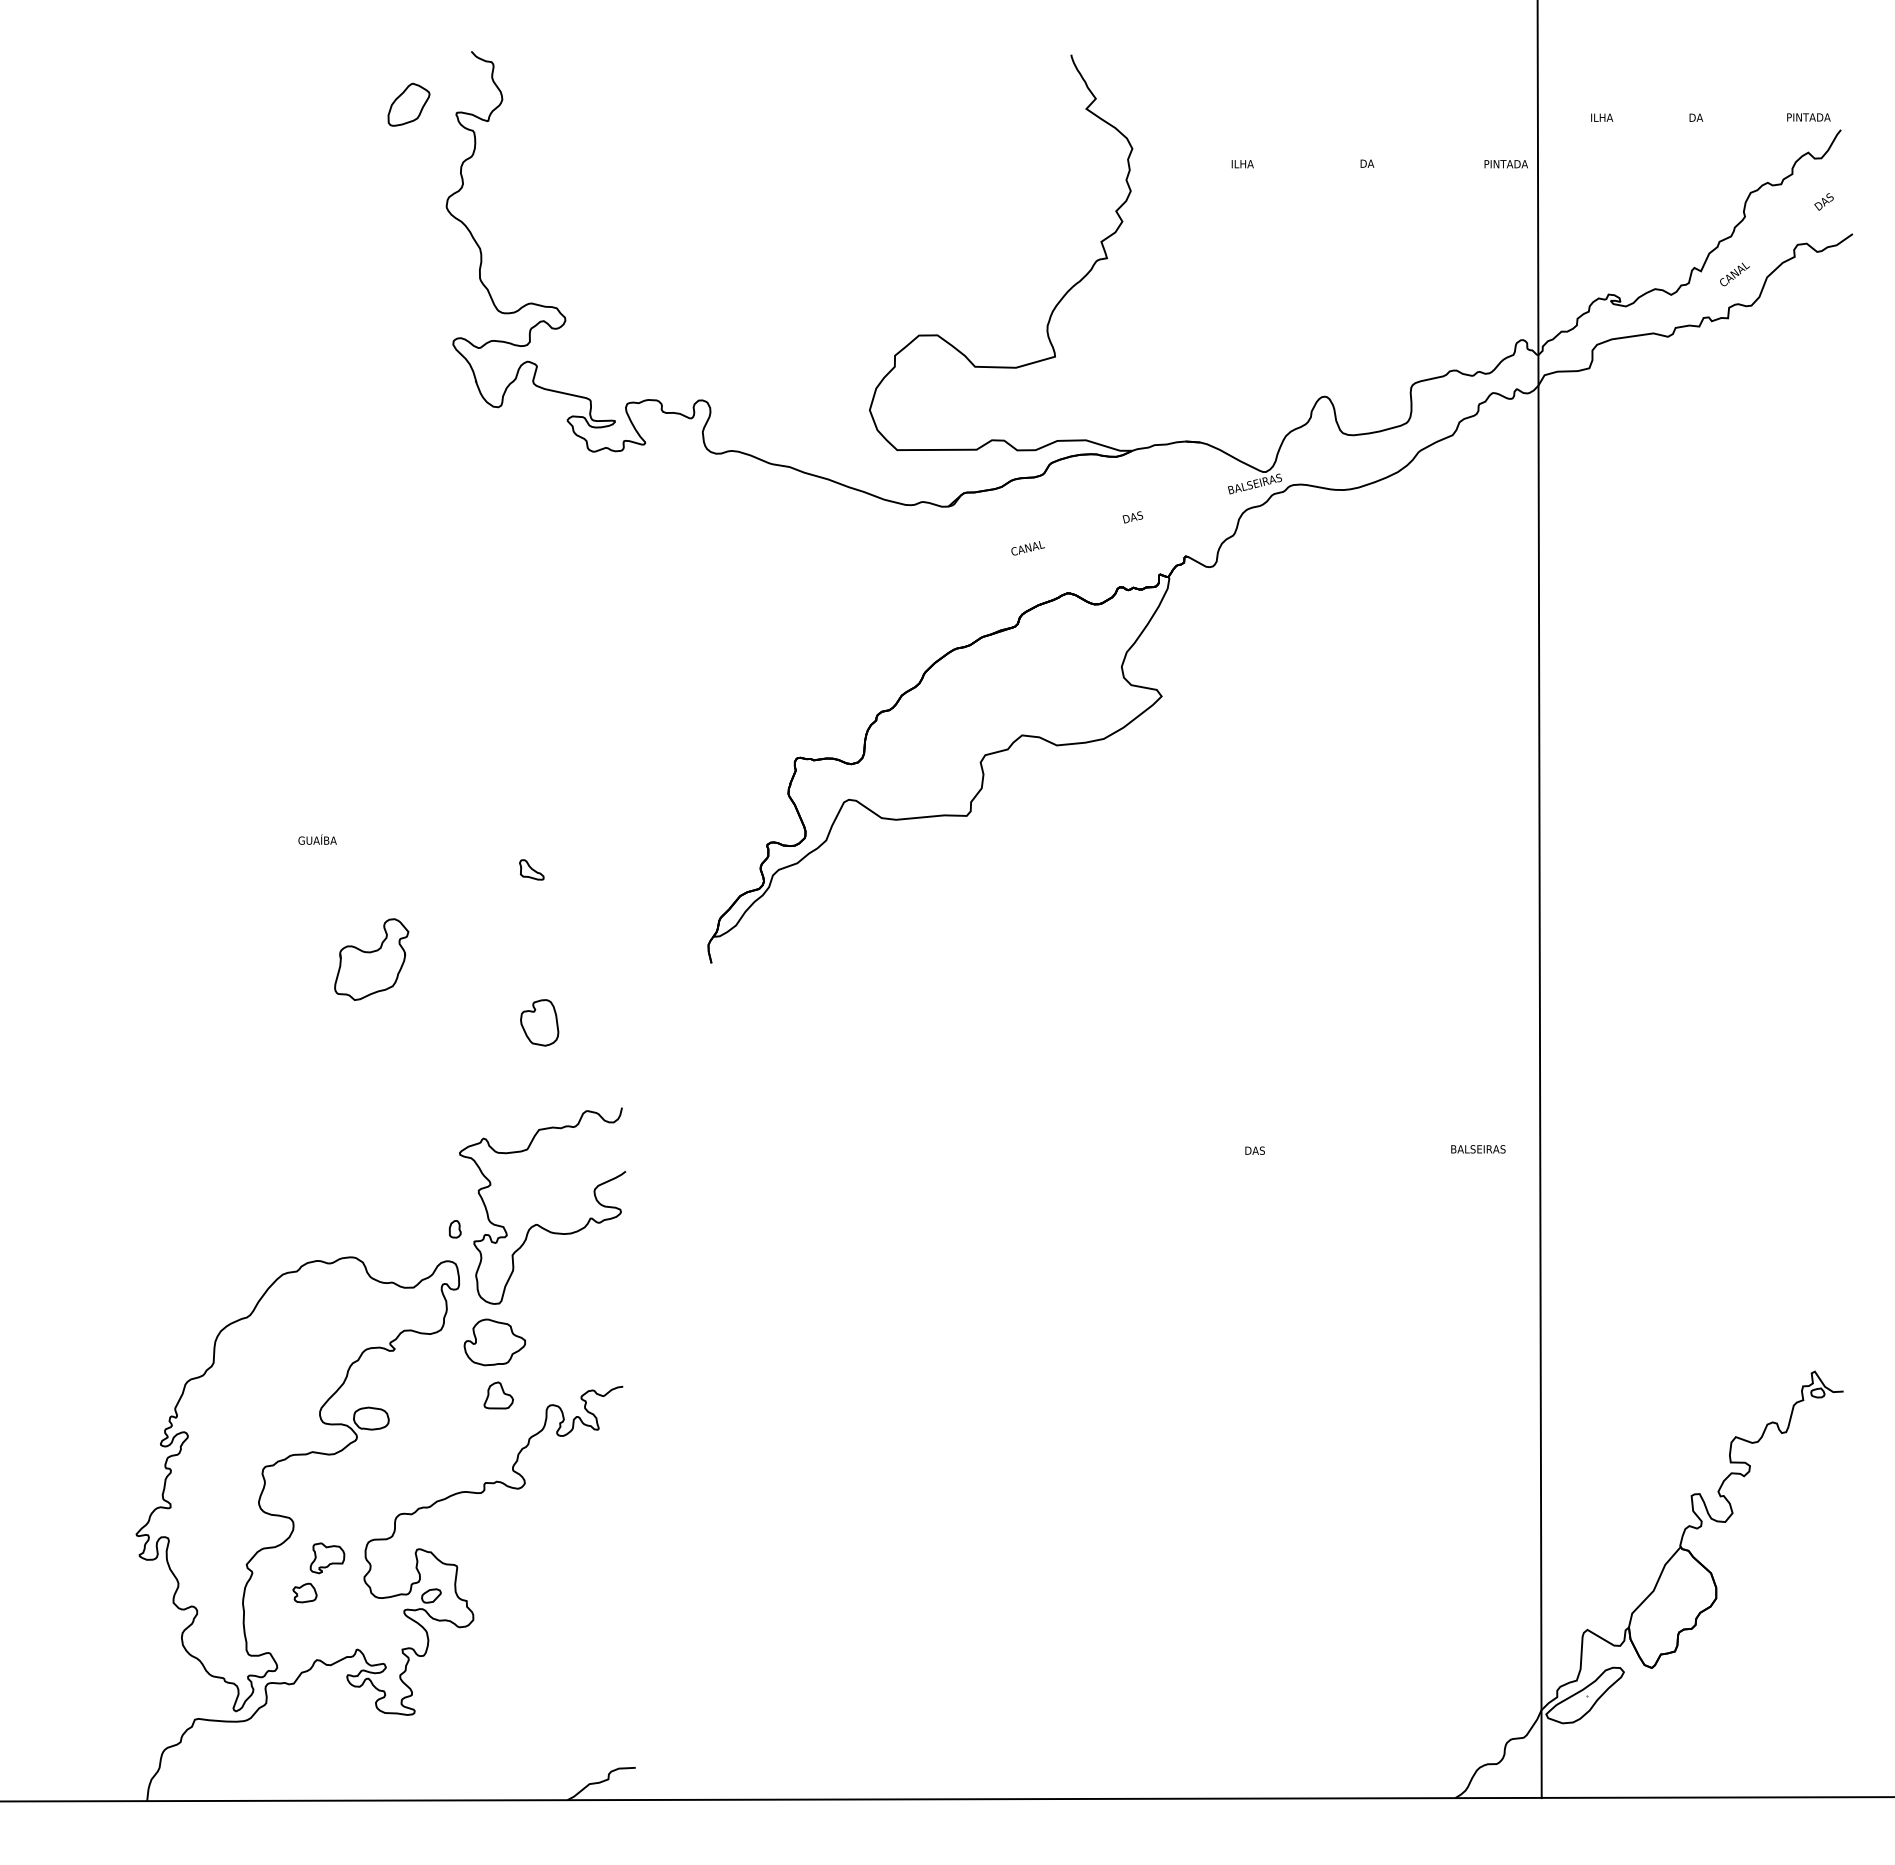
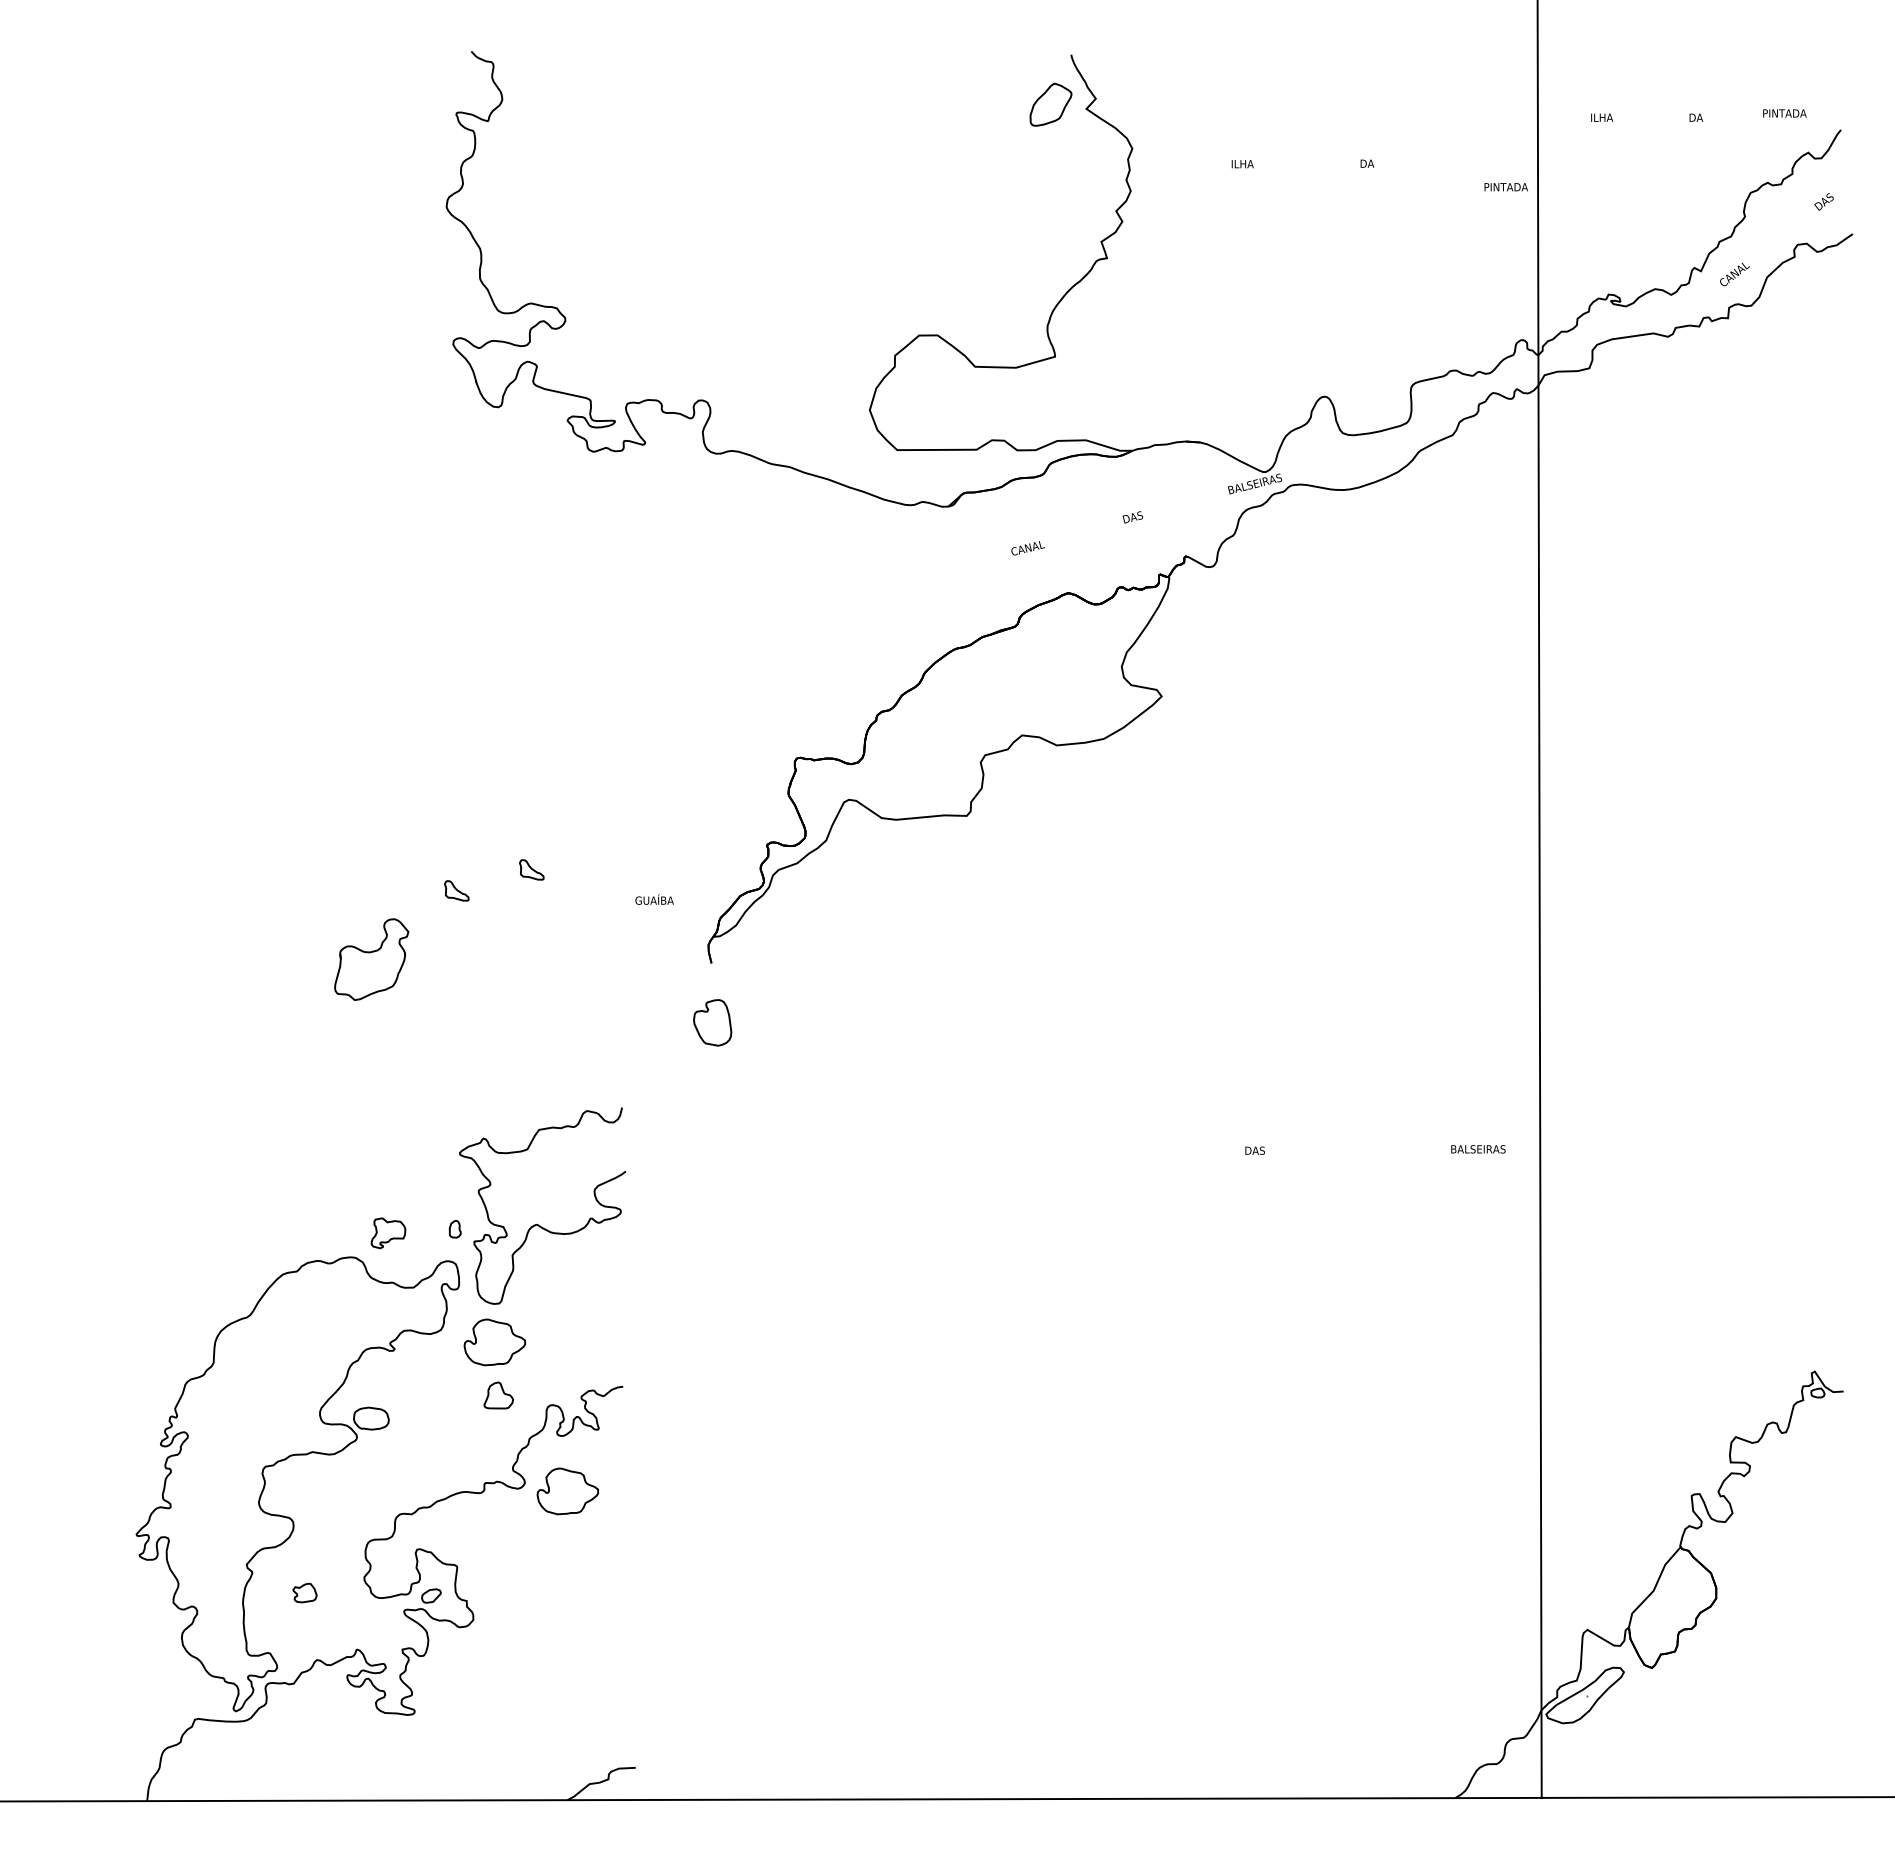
part at (408, 104) position: (408, 104) -> (1050, 104)
text at (1808, 117) position: (1808, 117) -> (1784, 113)
text at (1505, 164) position: (1505, 164) -> (1505, 187)
text at (317, 839) position: (317, 839) -> (654, 899)
part at (456, 890): none -> present
part at (539, 1022) position: (539, 1022) -> (712, 1022)
part at (567, 1491): none -> present
part at (327, 1558) position: (327, 1558) -> (388, 1233)
